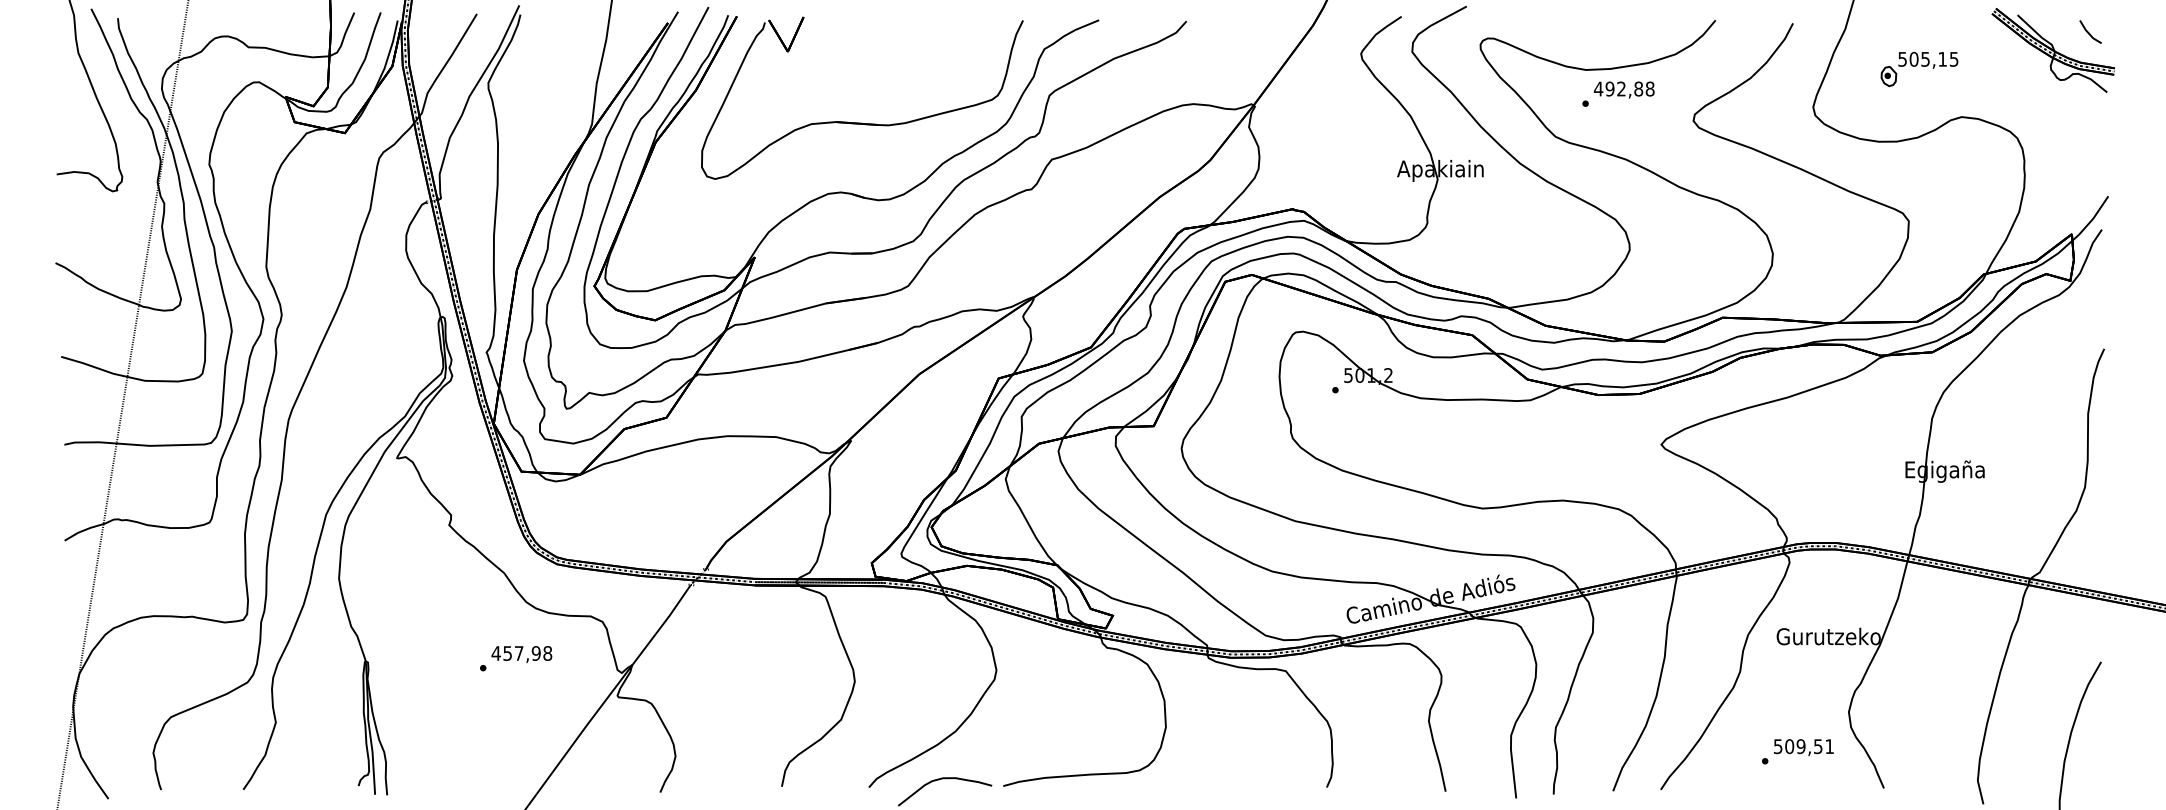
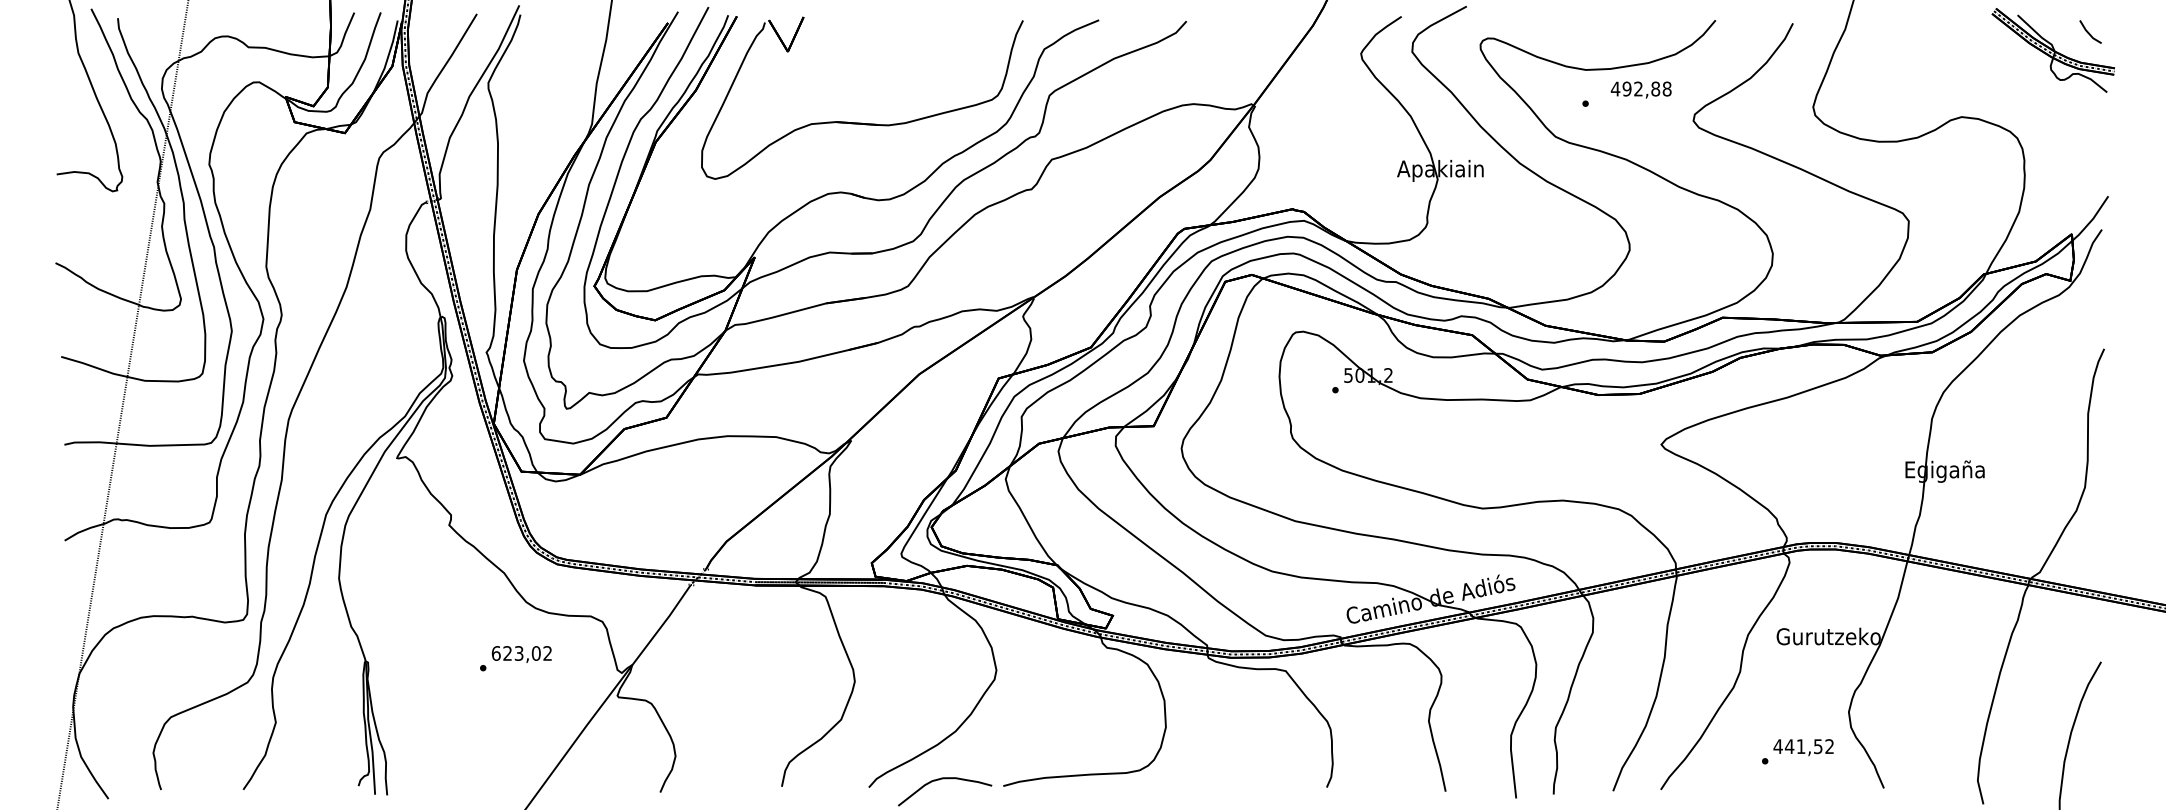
part at (1919, 69): present -> none
text at (1623, 89) position: (1623, 89) -> (1640, 89)
text at (521, 653): 457,98 -> 623,02
text at (1803, 746): 509,51 -> 441,52
